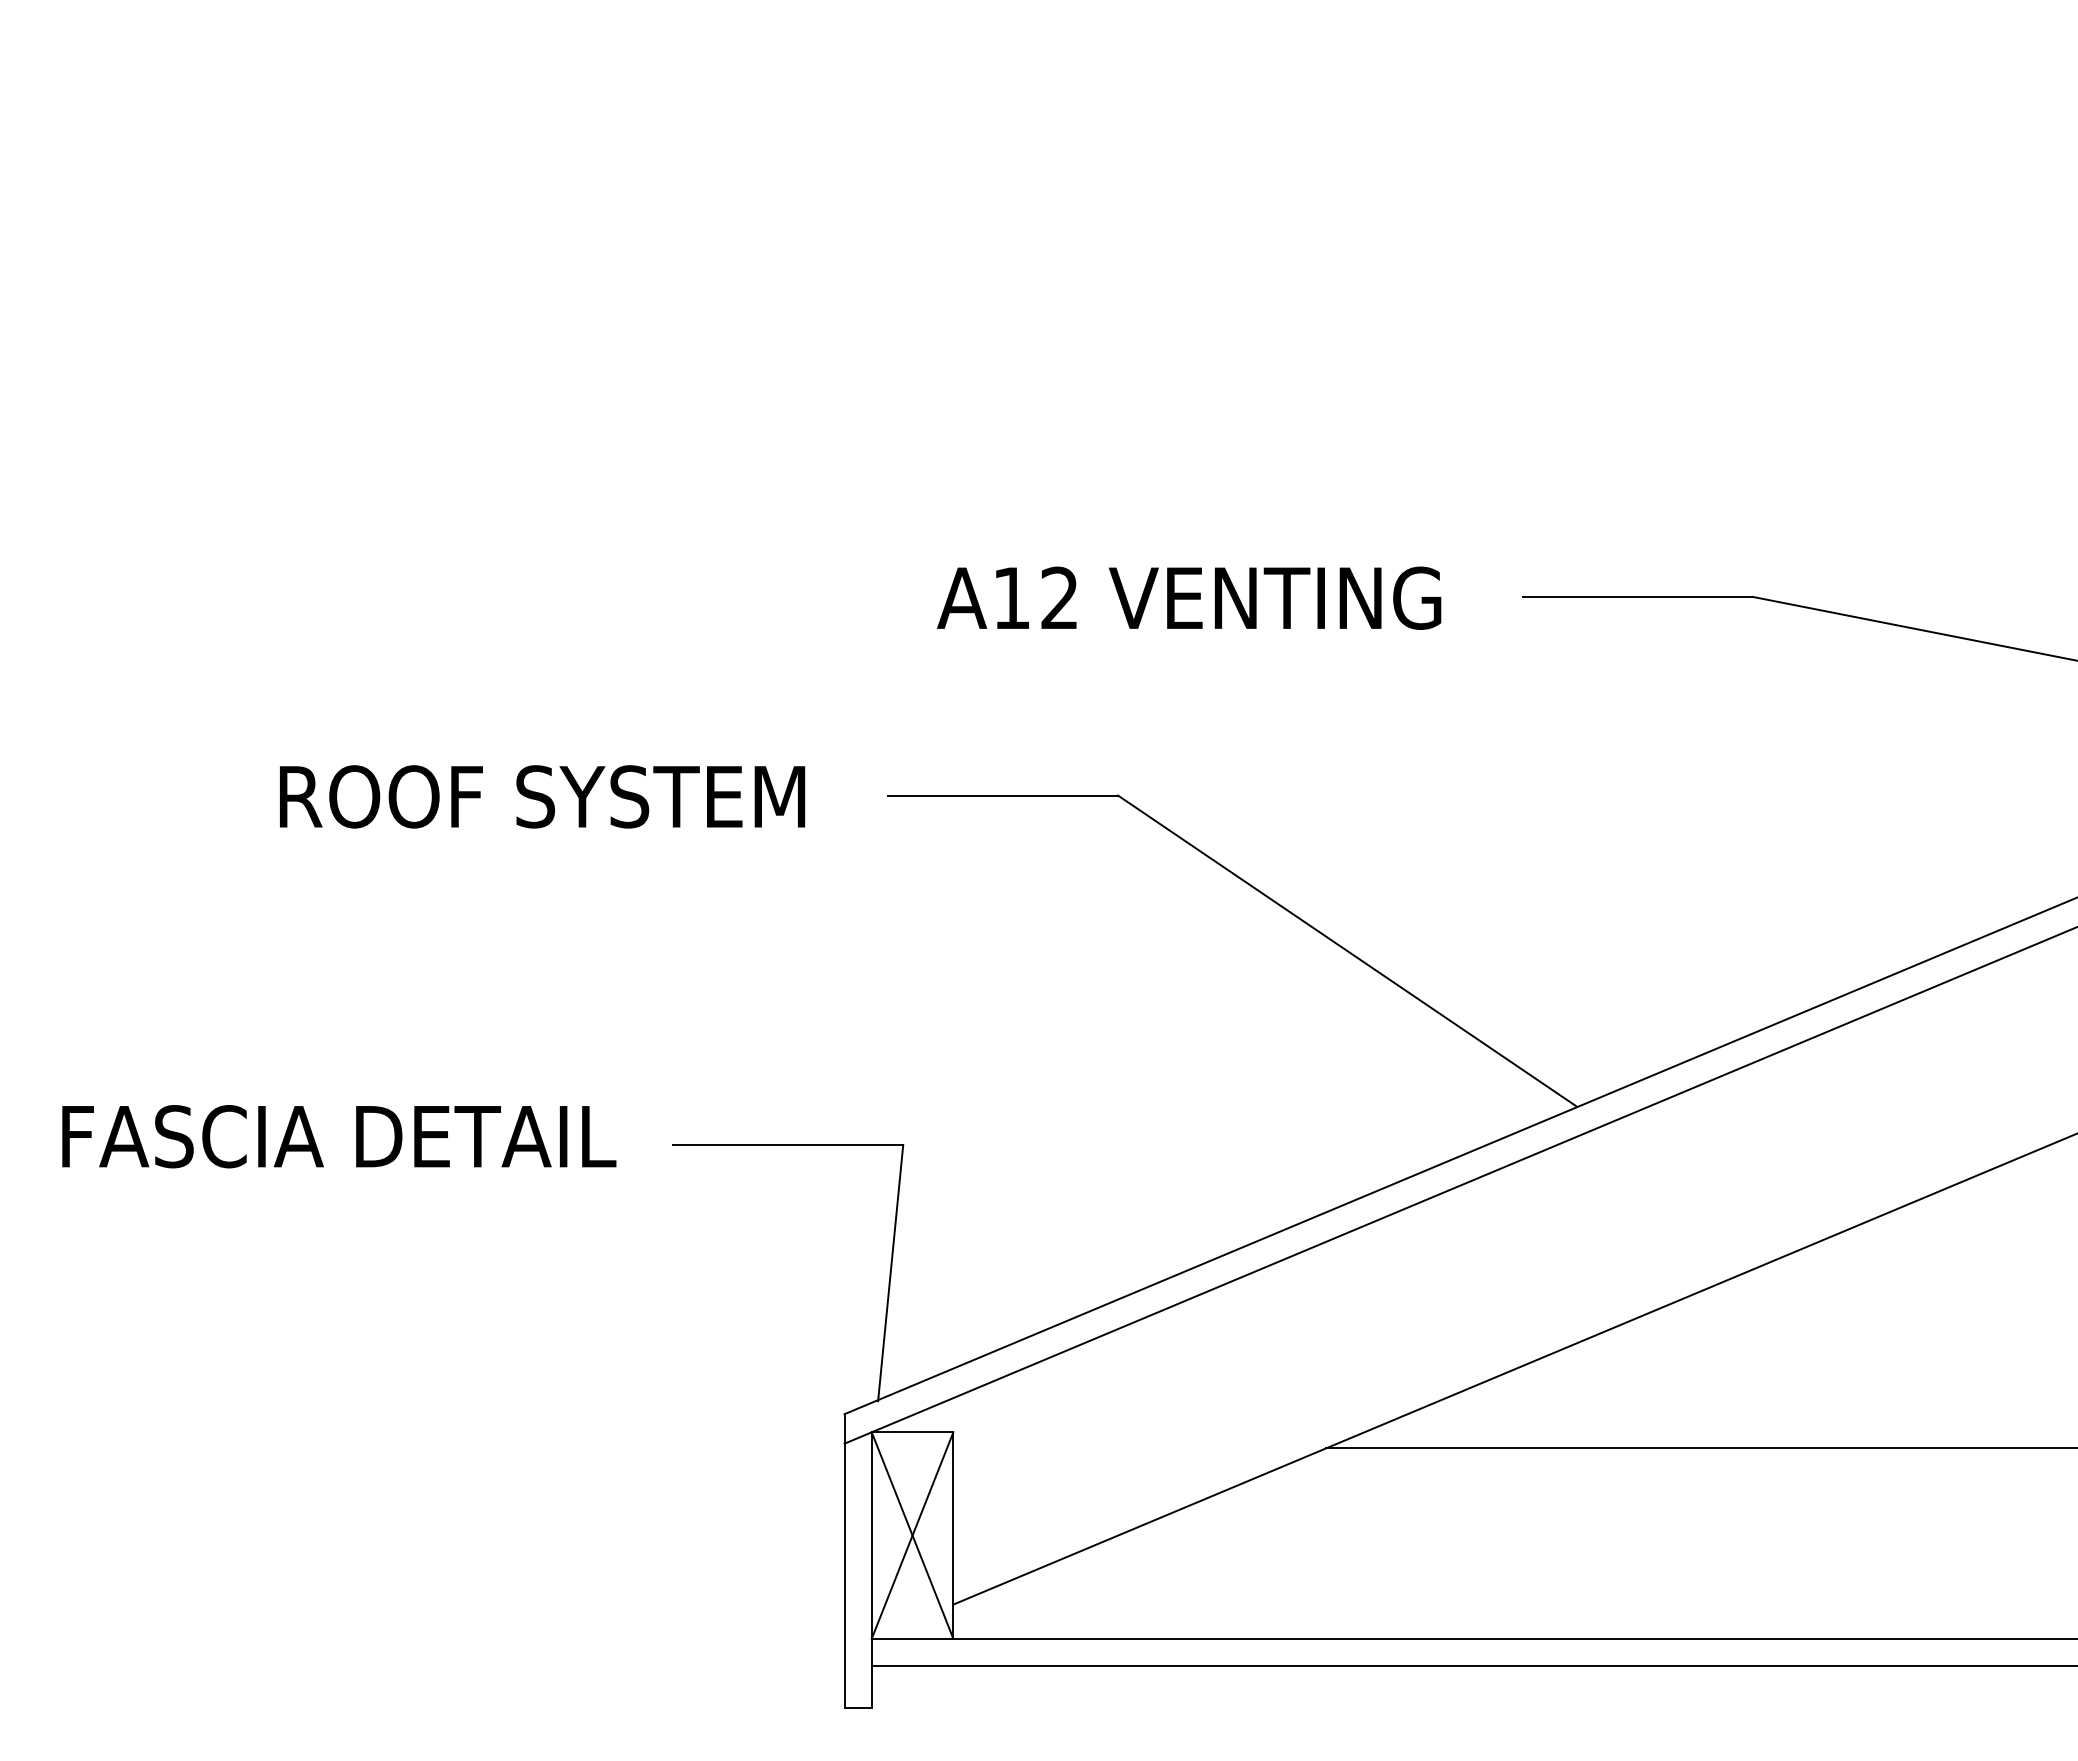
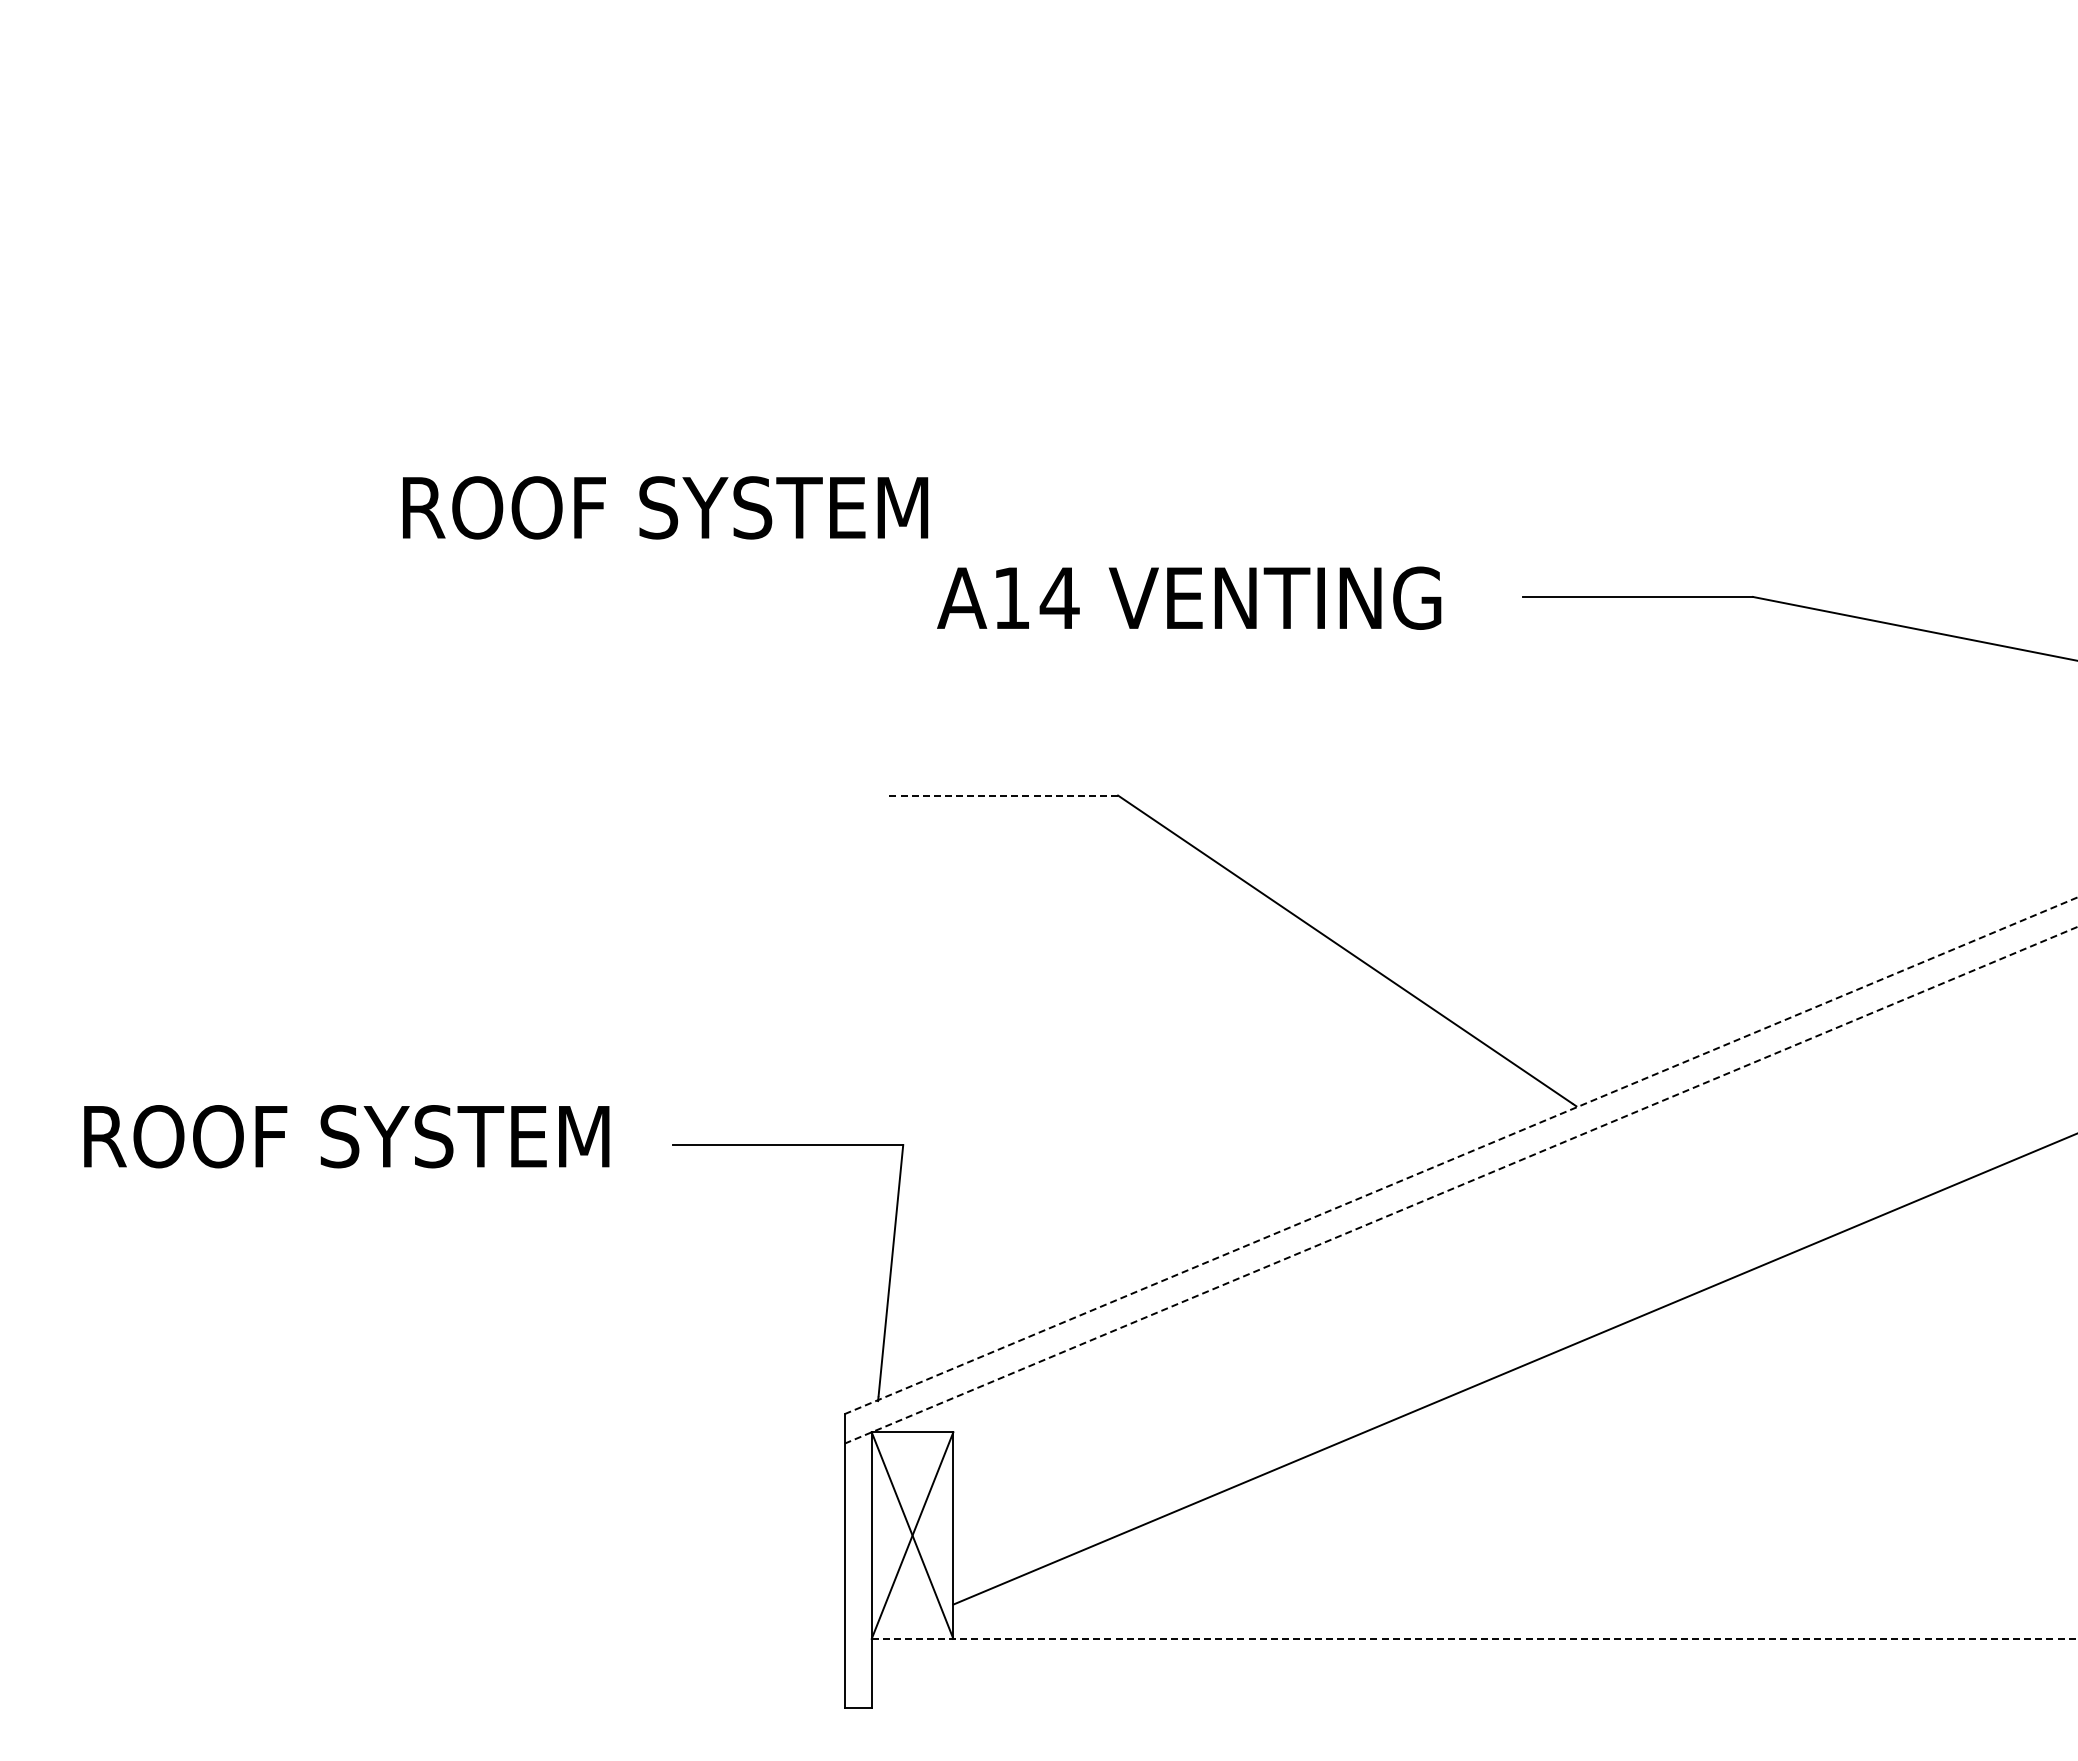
text at (1059, 597): A12 -> A14
line at (1002, 795): solid -> dashed
text at (542, 796) position: (542, 796) -> (665, 507)
text at (339, 1136): FASCIA DETAIL -> ROOF SYSTEM
line at (1461, 1155): solid -> dashed
line at (1461, 1185): solid -> dashed
line at (1700, 1448): present -> none
line at (1474, 1638): solid -> dashed
line at (1472, 1666): present -> none
